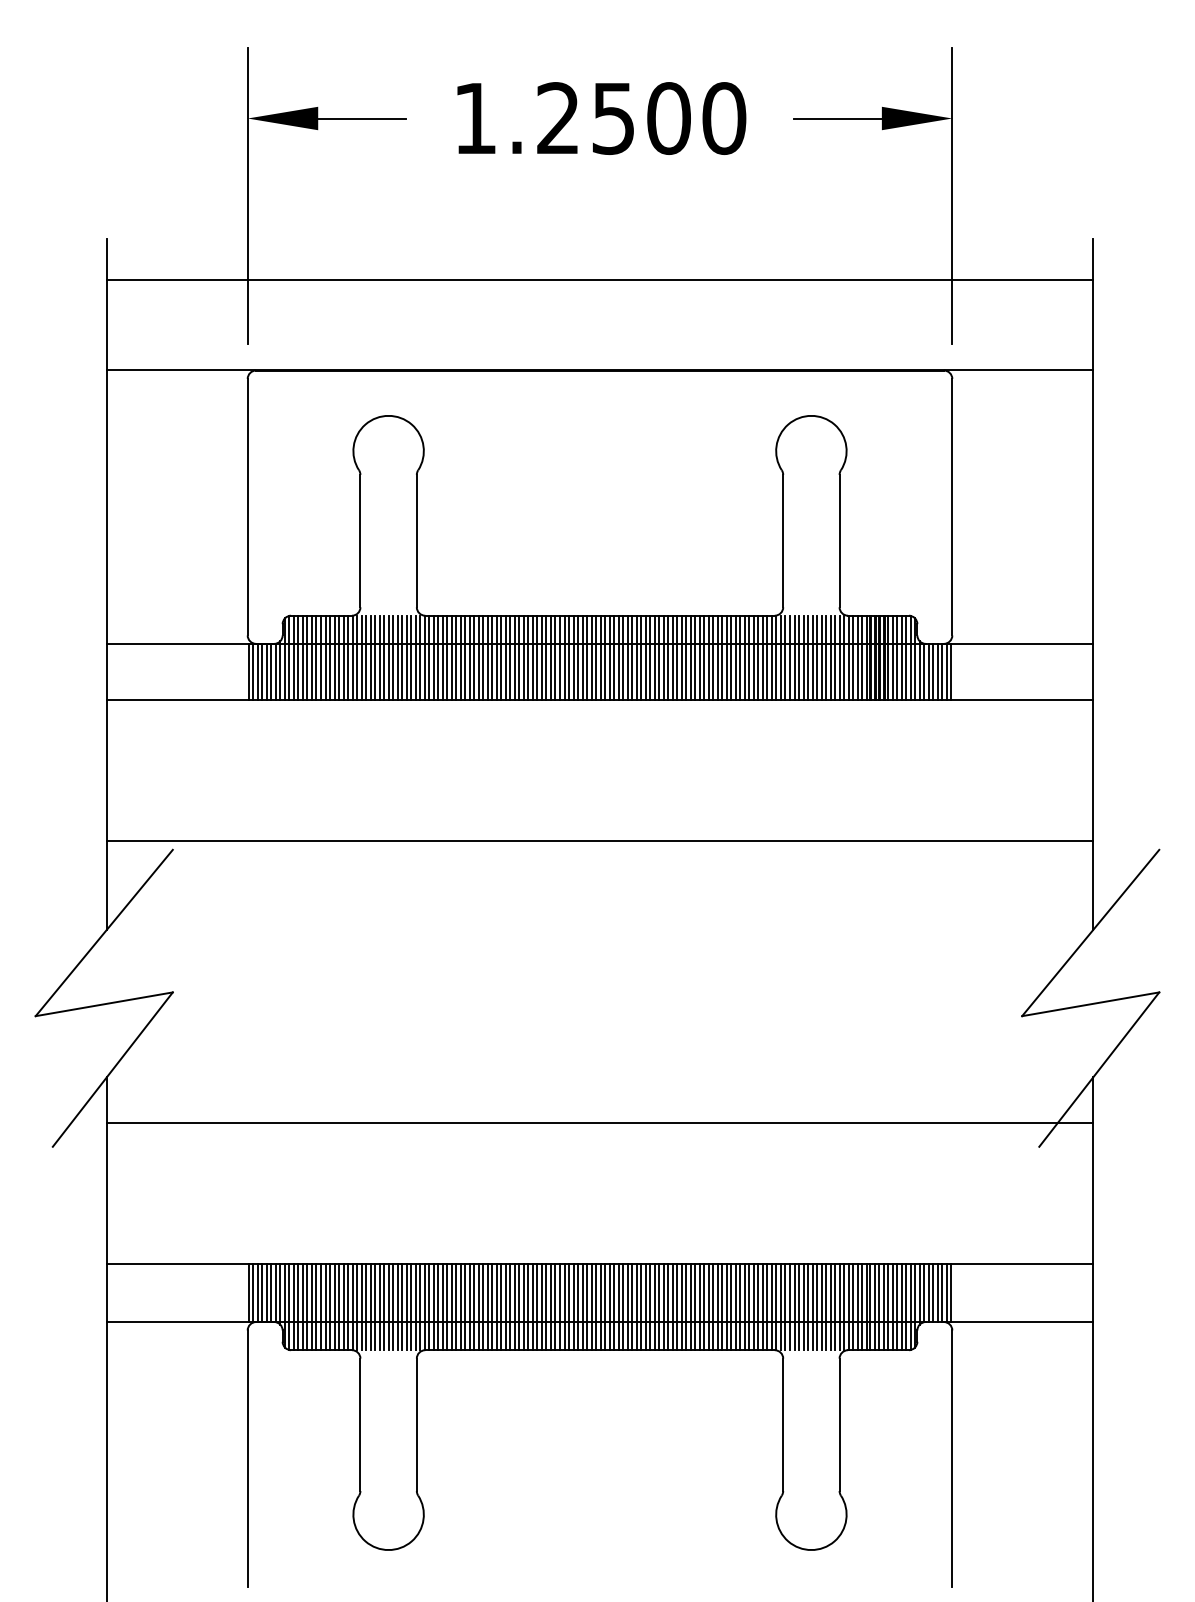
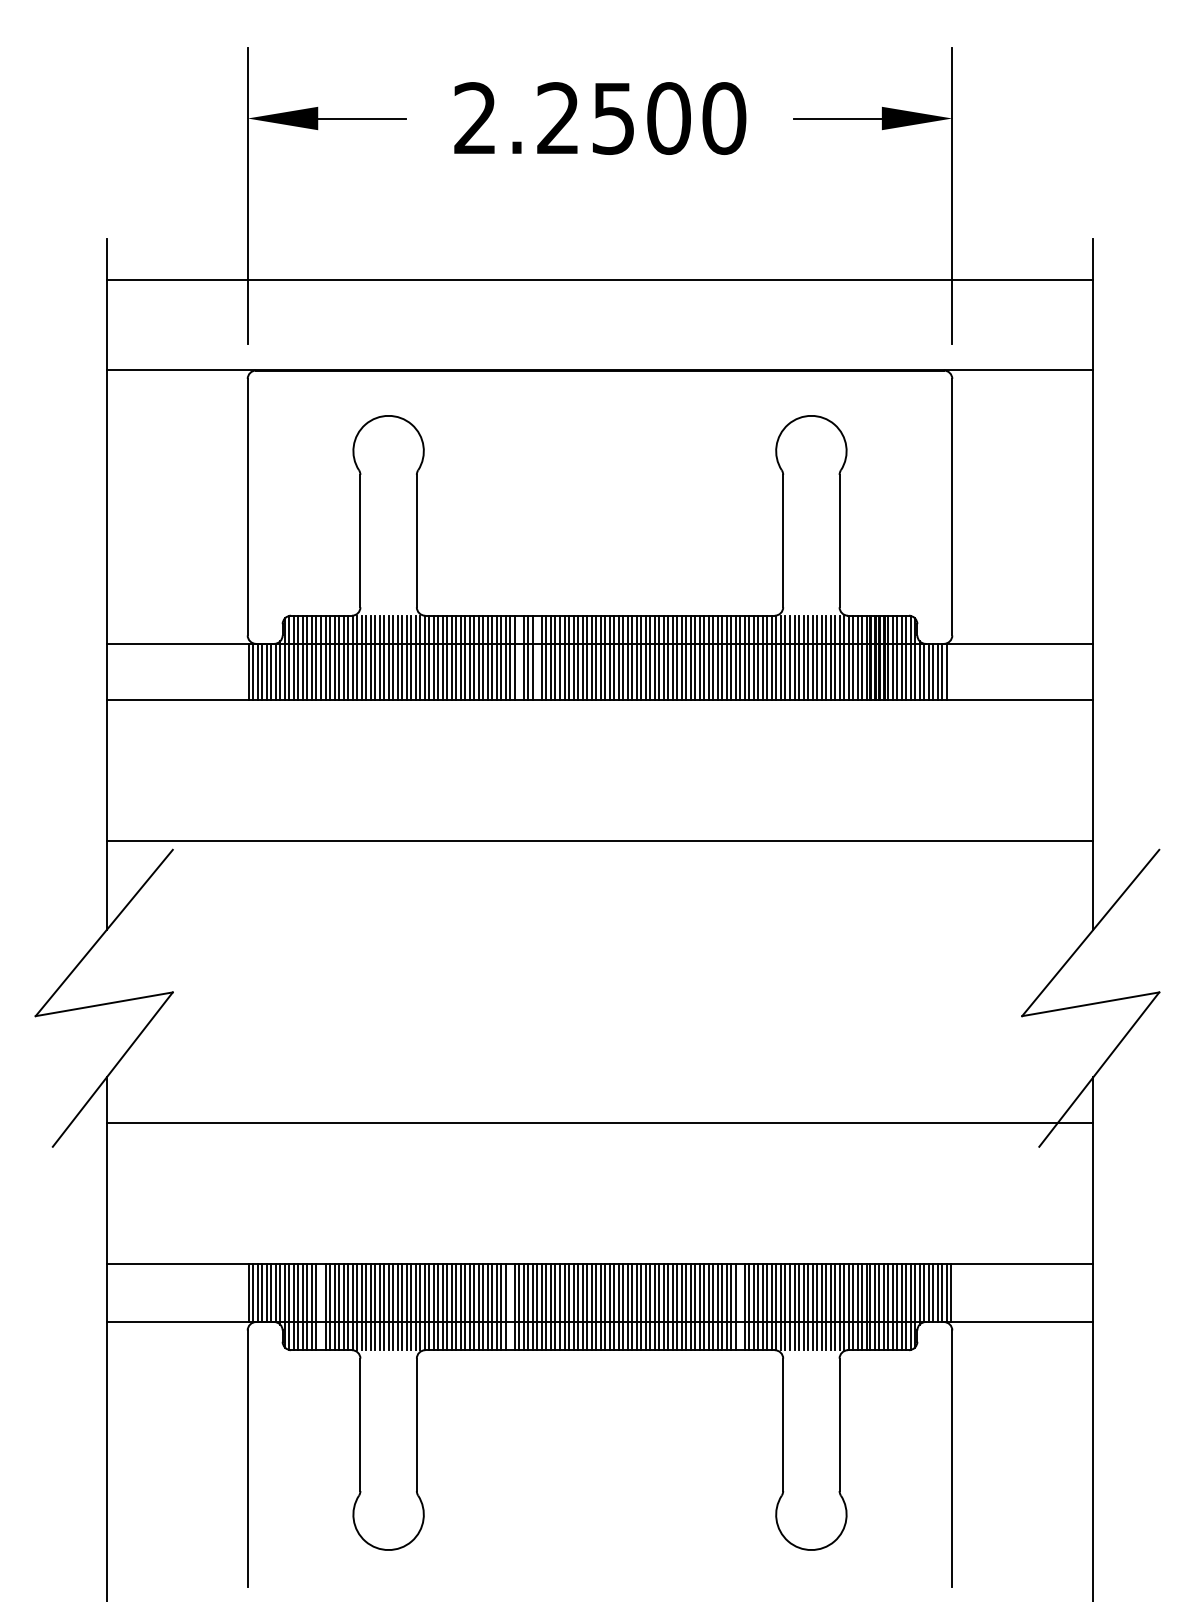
text at (474, 117): 1.2500 -> 2.2500
line at (519, 657): present -> none
line at (537, 657): present -> none
line at (951, 671): present -> none
line at (320, 1306): present -> none
line at (510, 1306): present -> none
line at (740, 1306): present -> none
